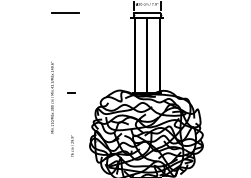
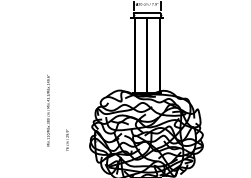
line at (65, 12): present -> none
line at (71, 92): present -> none
text at (52, 97) position: (52, 97) -> (48, 110)
text at (72, 145) position: (72, 145) -> (67, 139)
